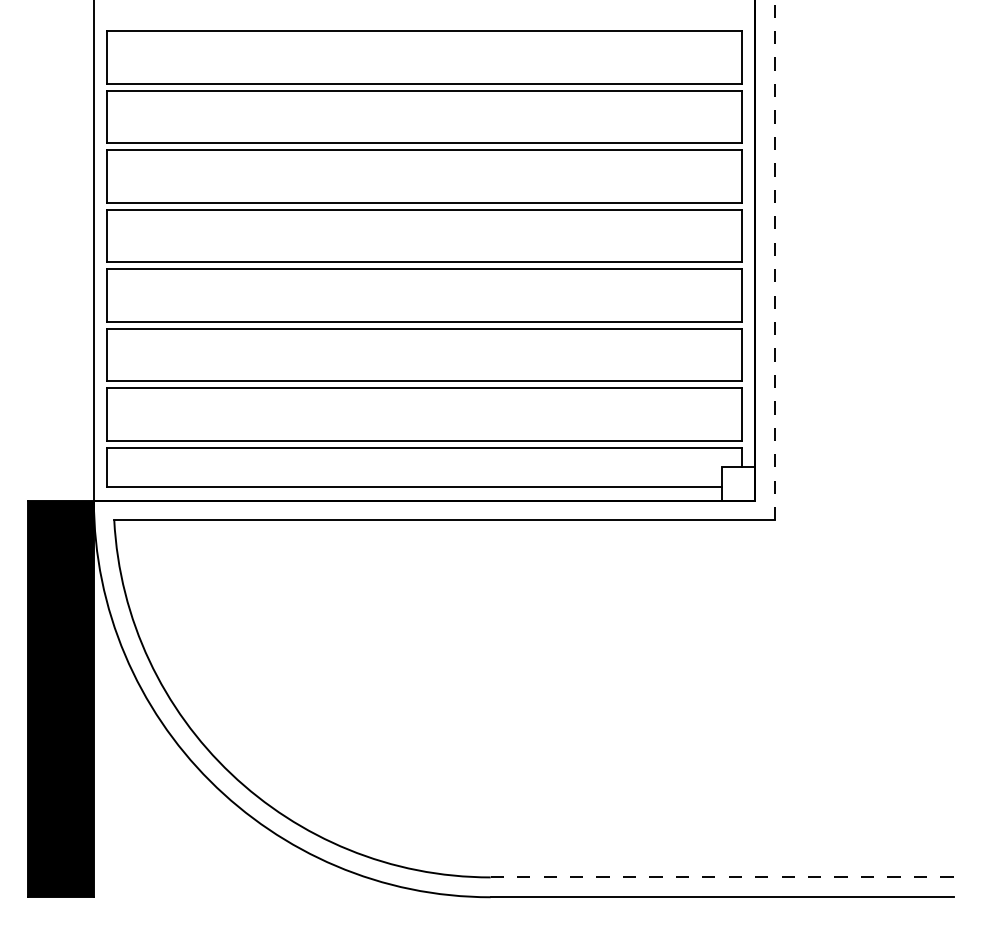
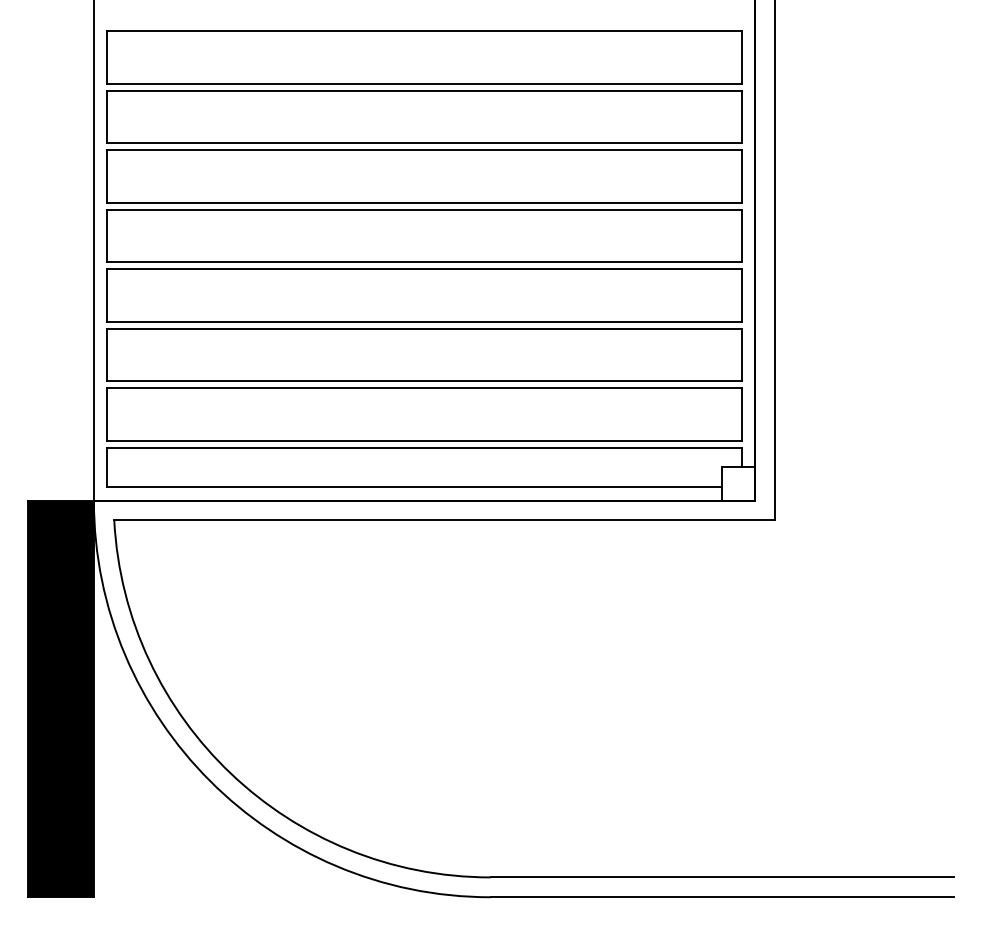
line at (774, 260): dashed -> solid
line at (721, 877): dashed -> solid
